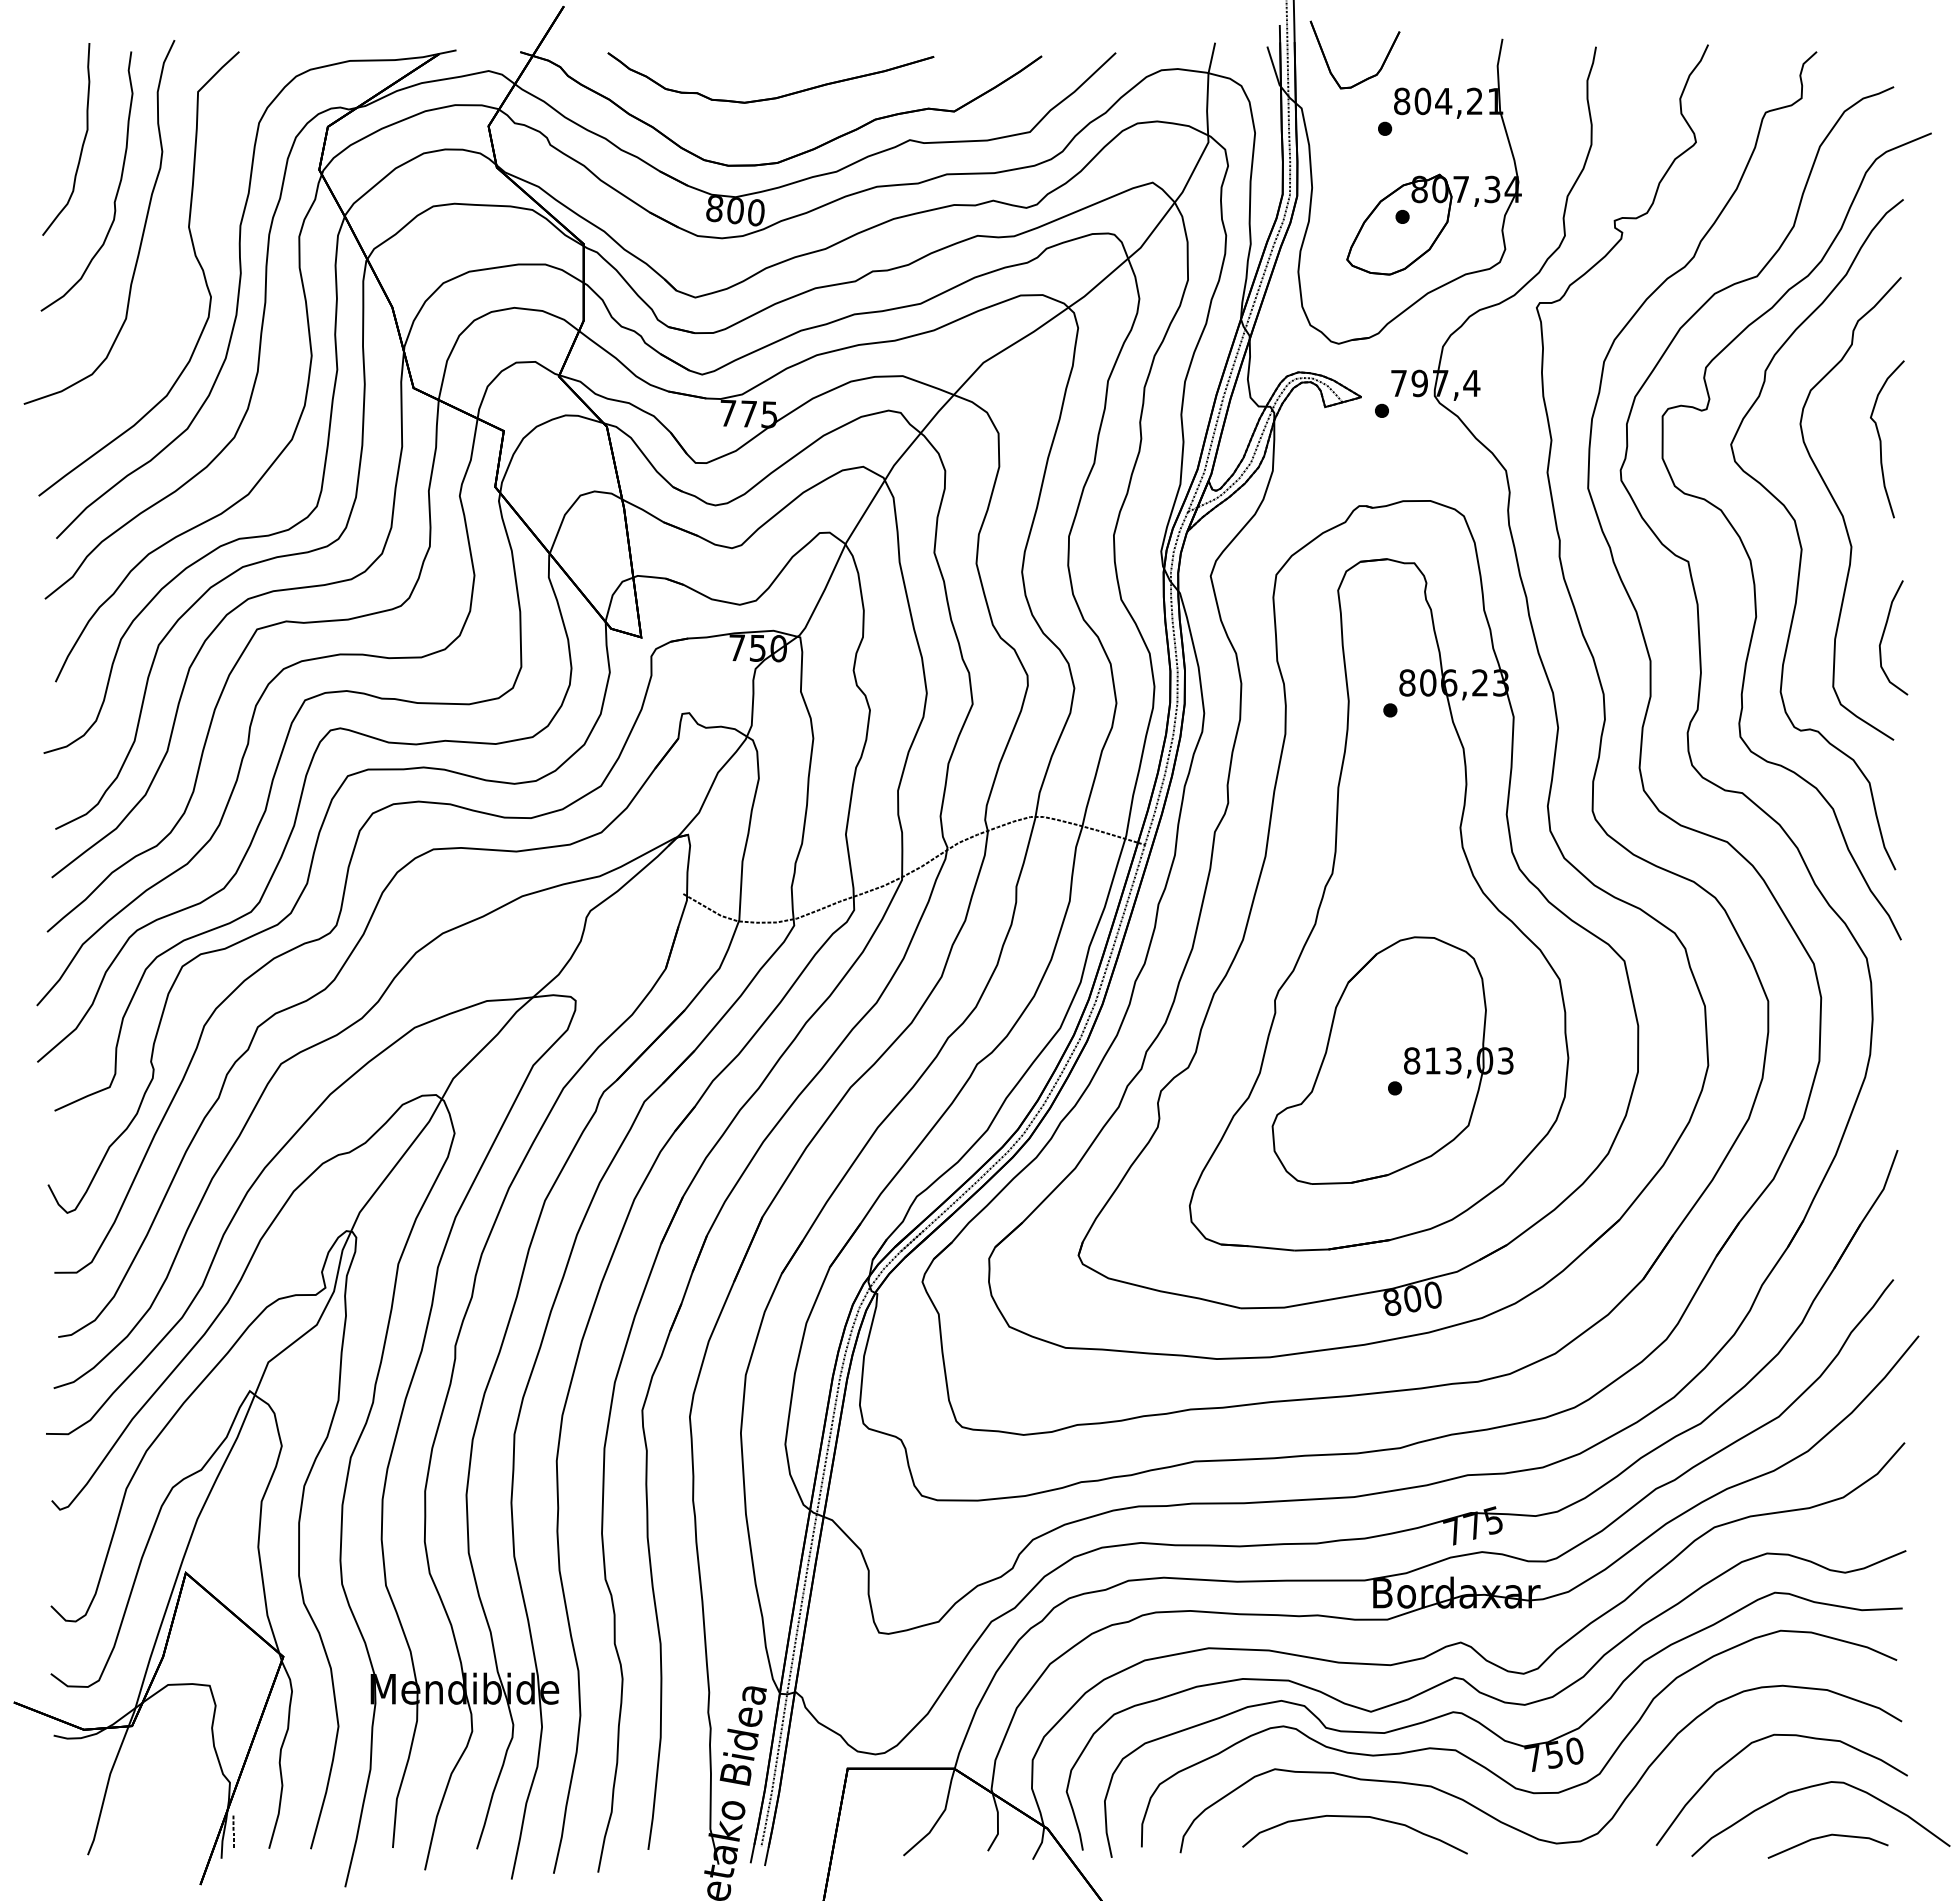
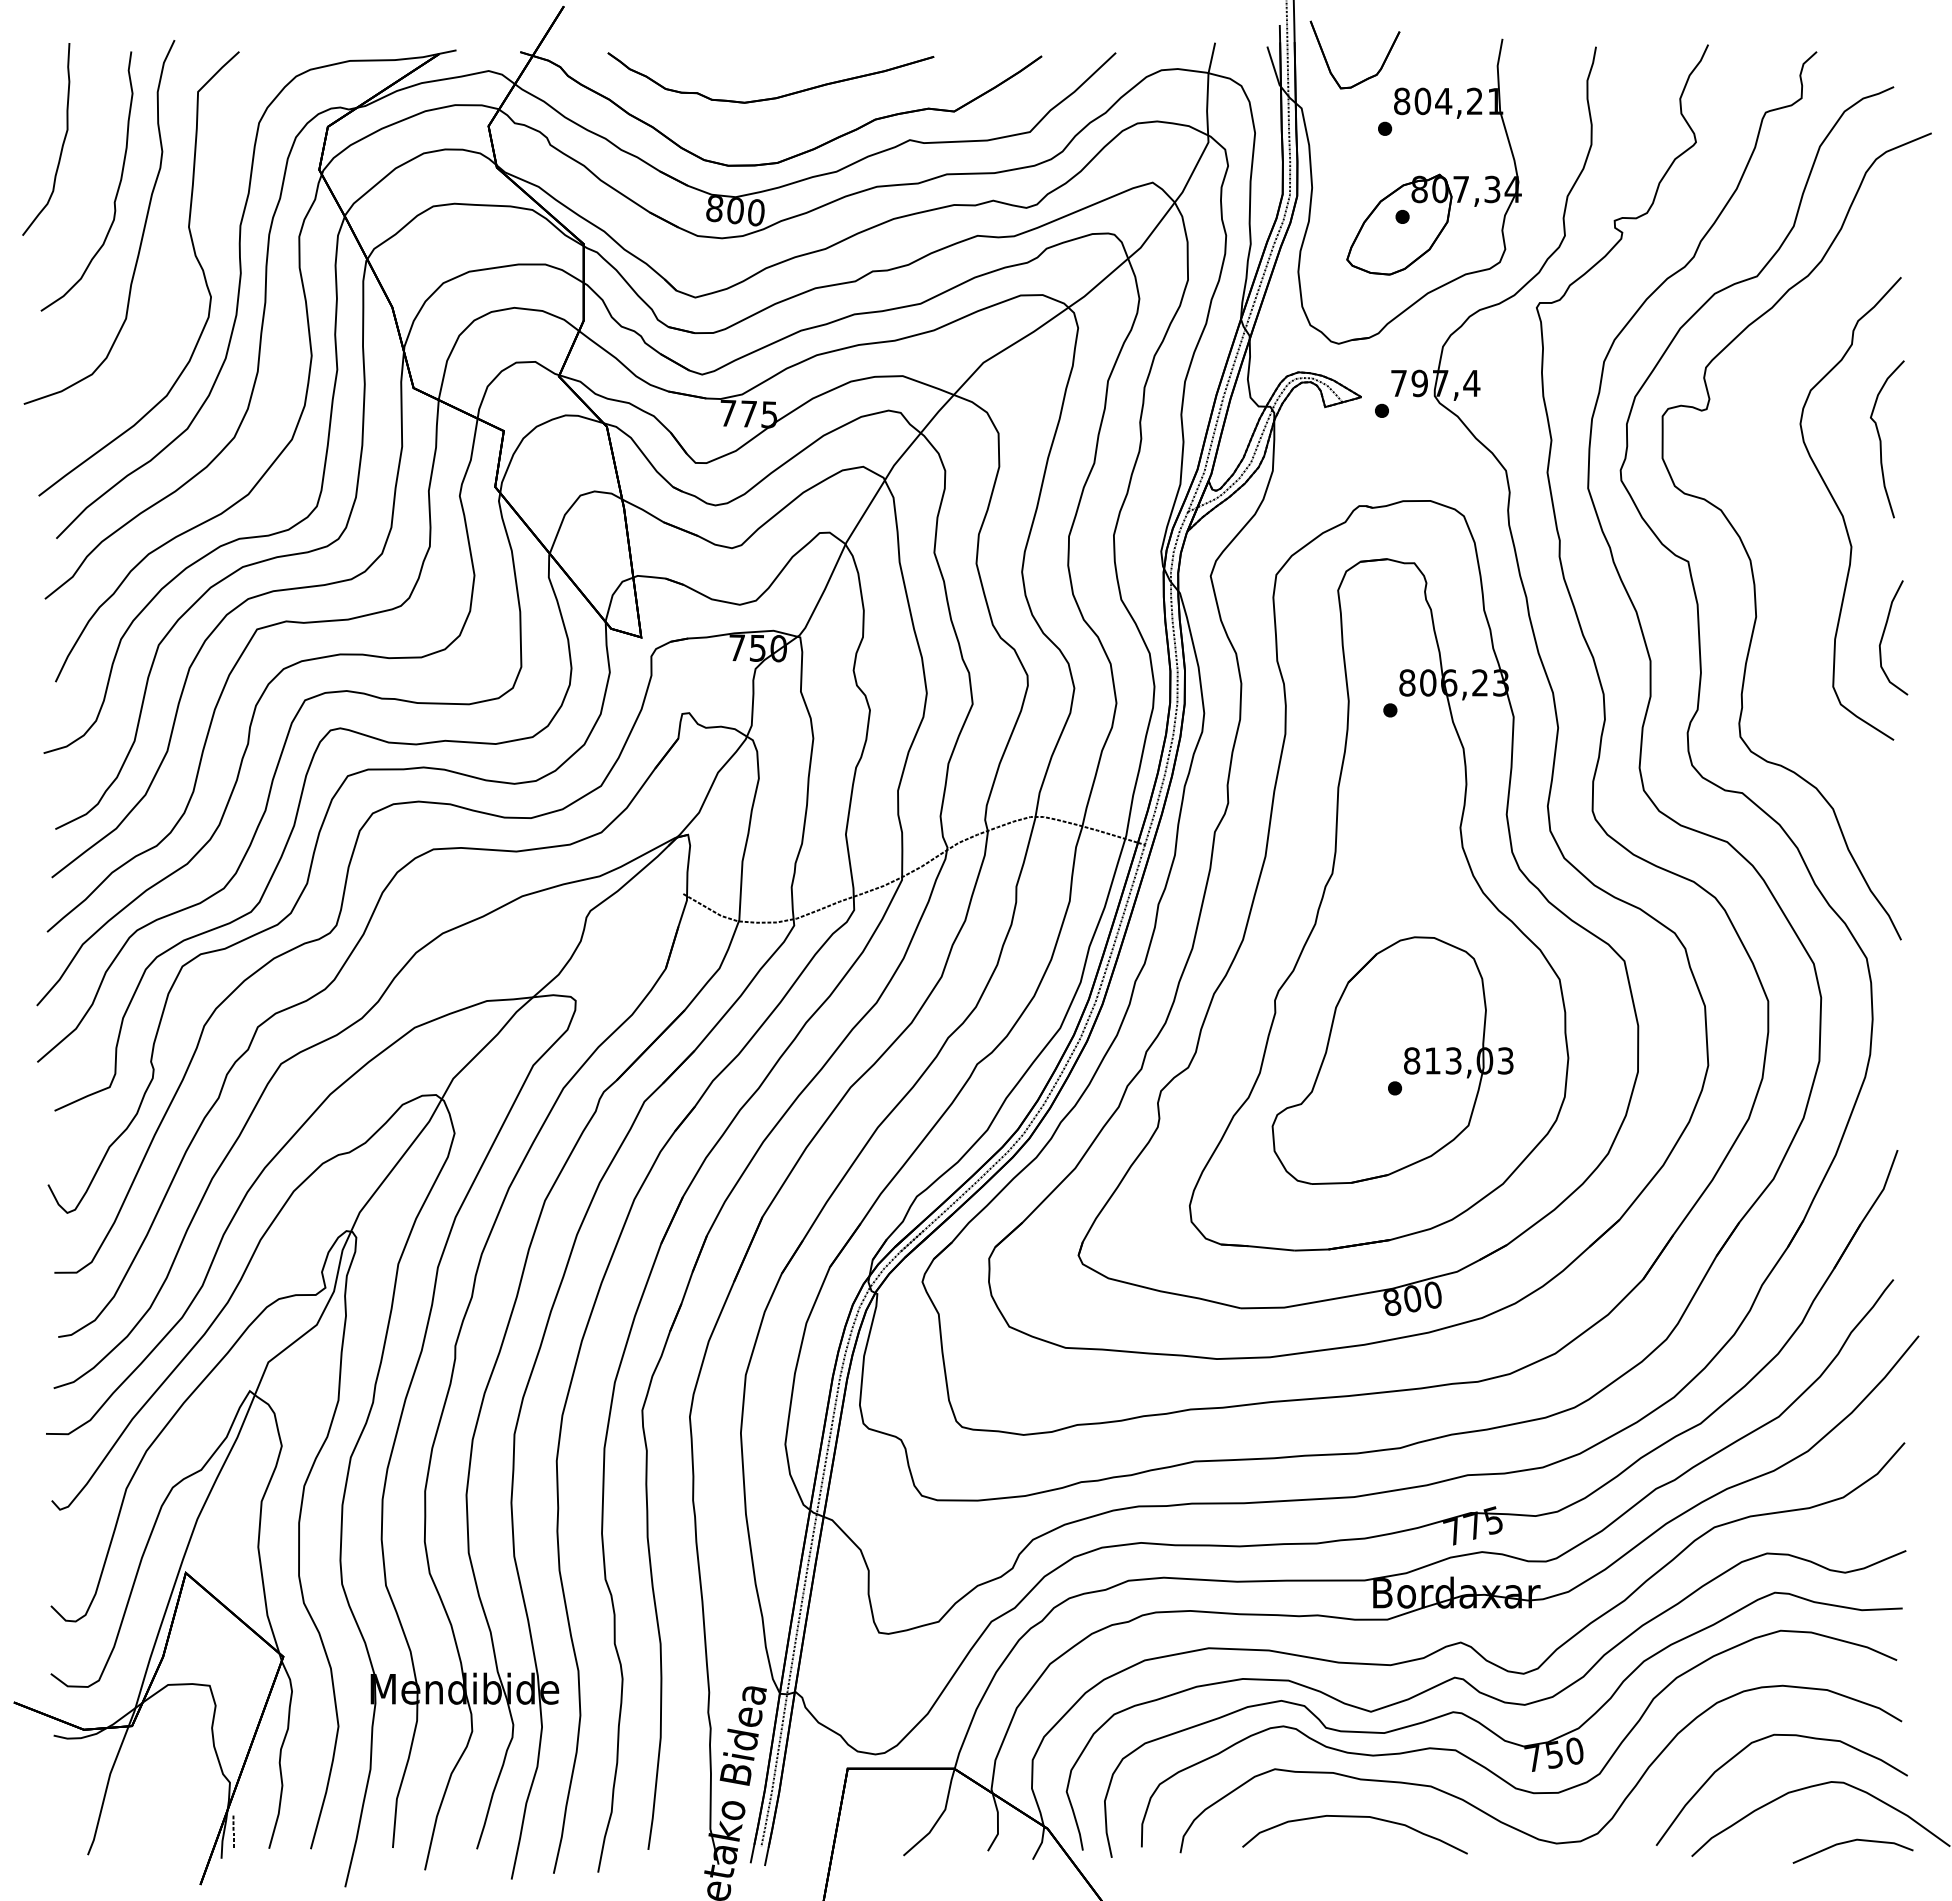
part at (82, 142) position: (82, 142) -> (62, 142)
part at (1800, 539): present -> none
part at (1825, 1837) position: (1825, 1837) -> (1850, 1842)
